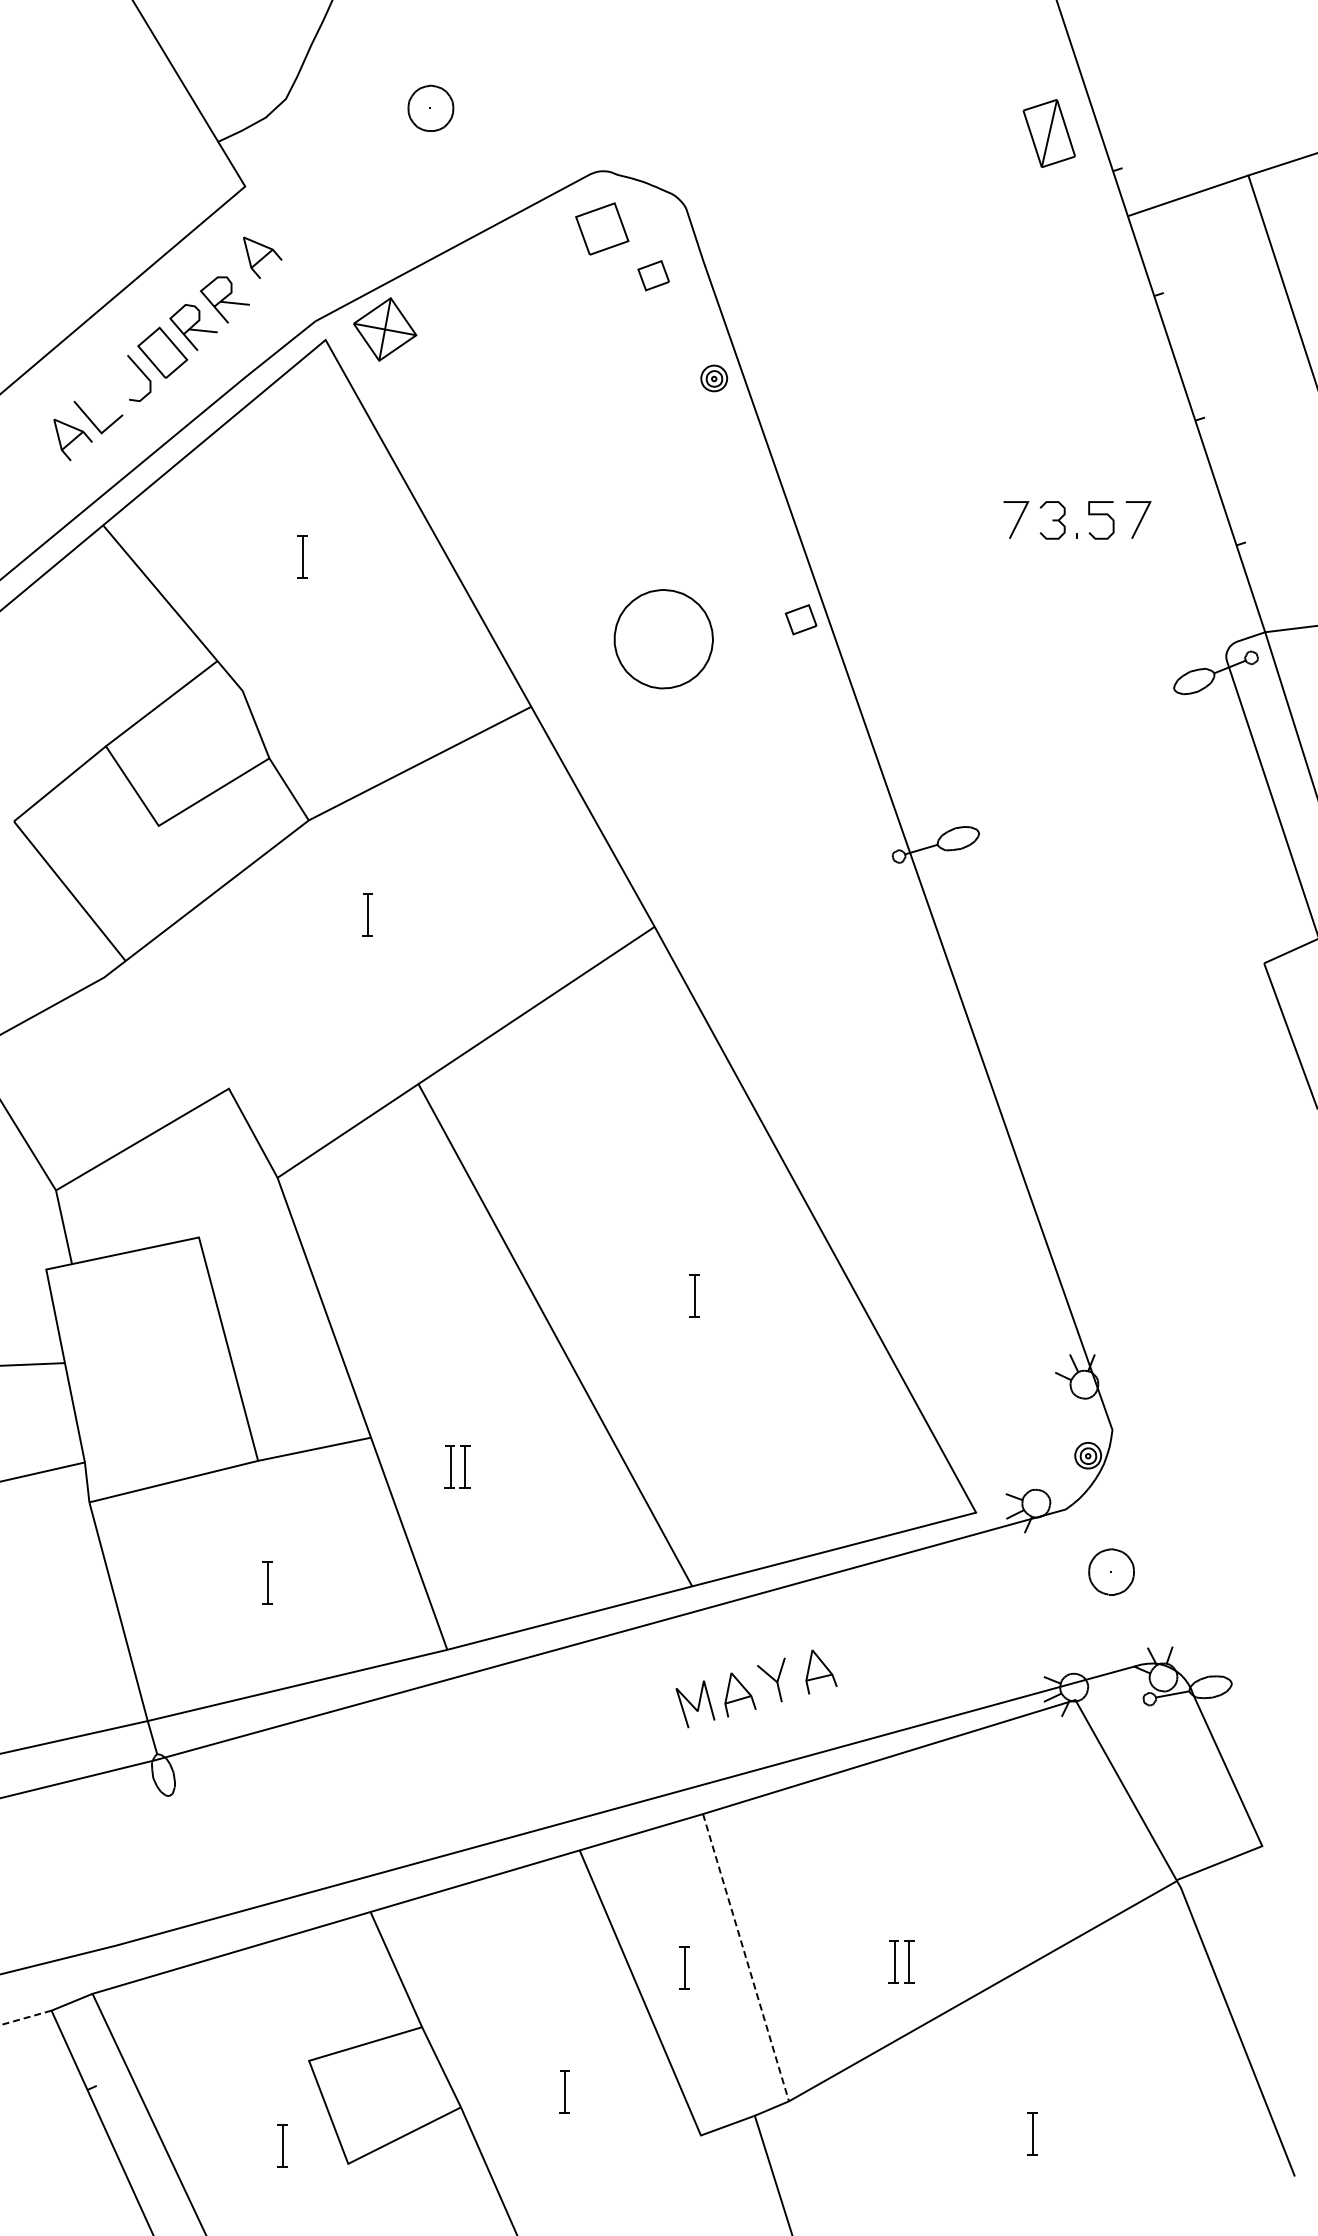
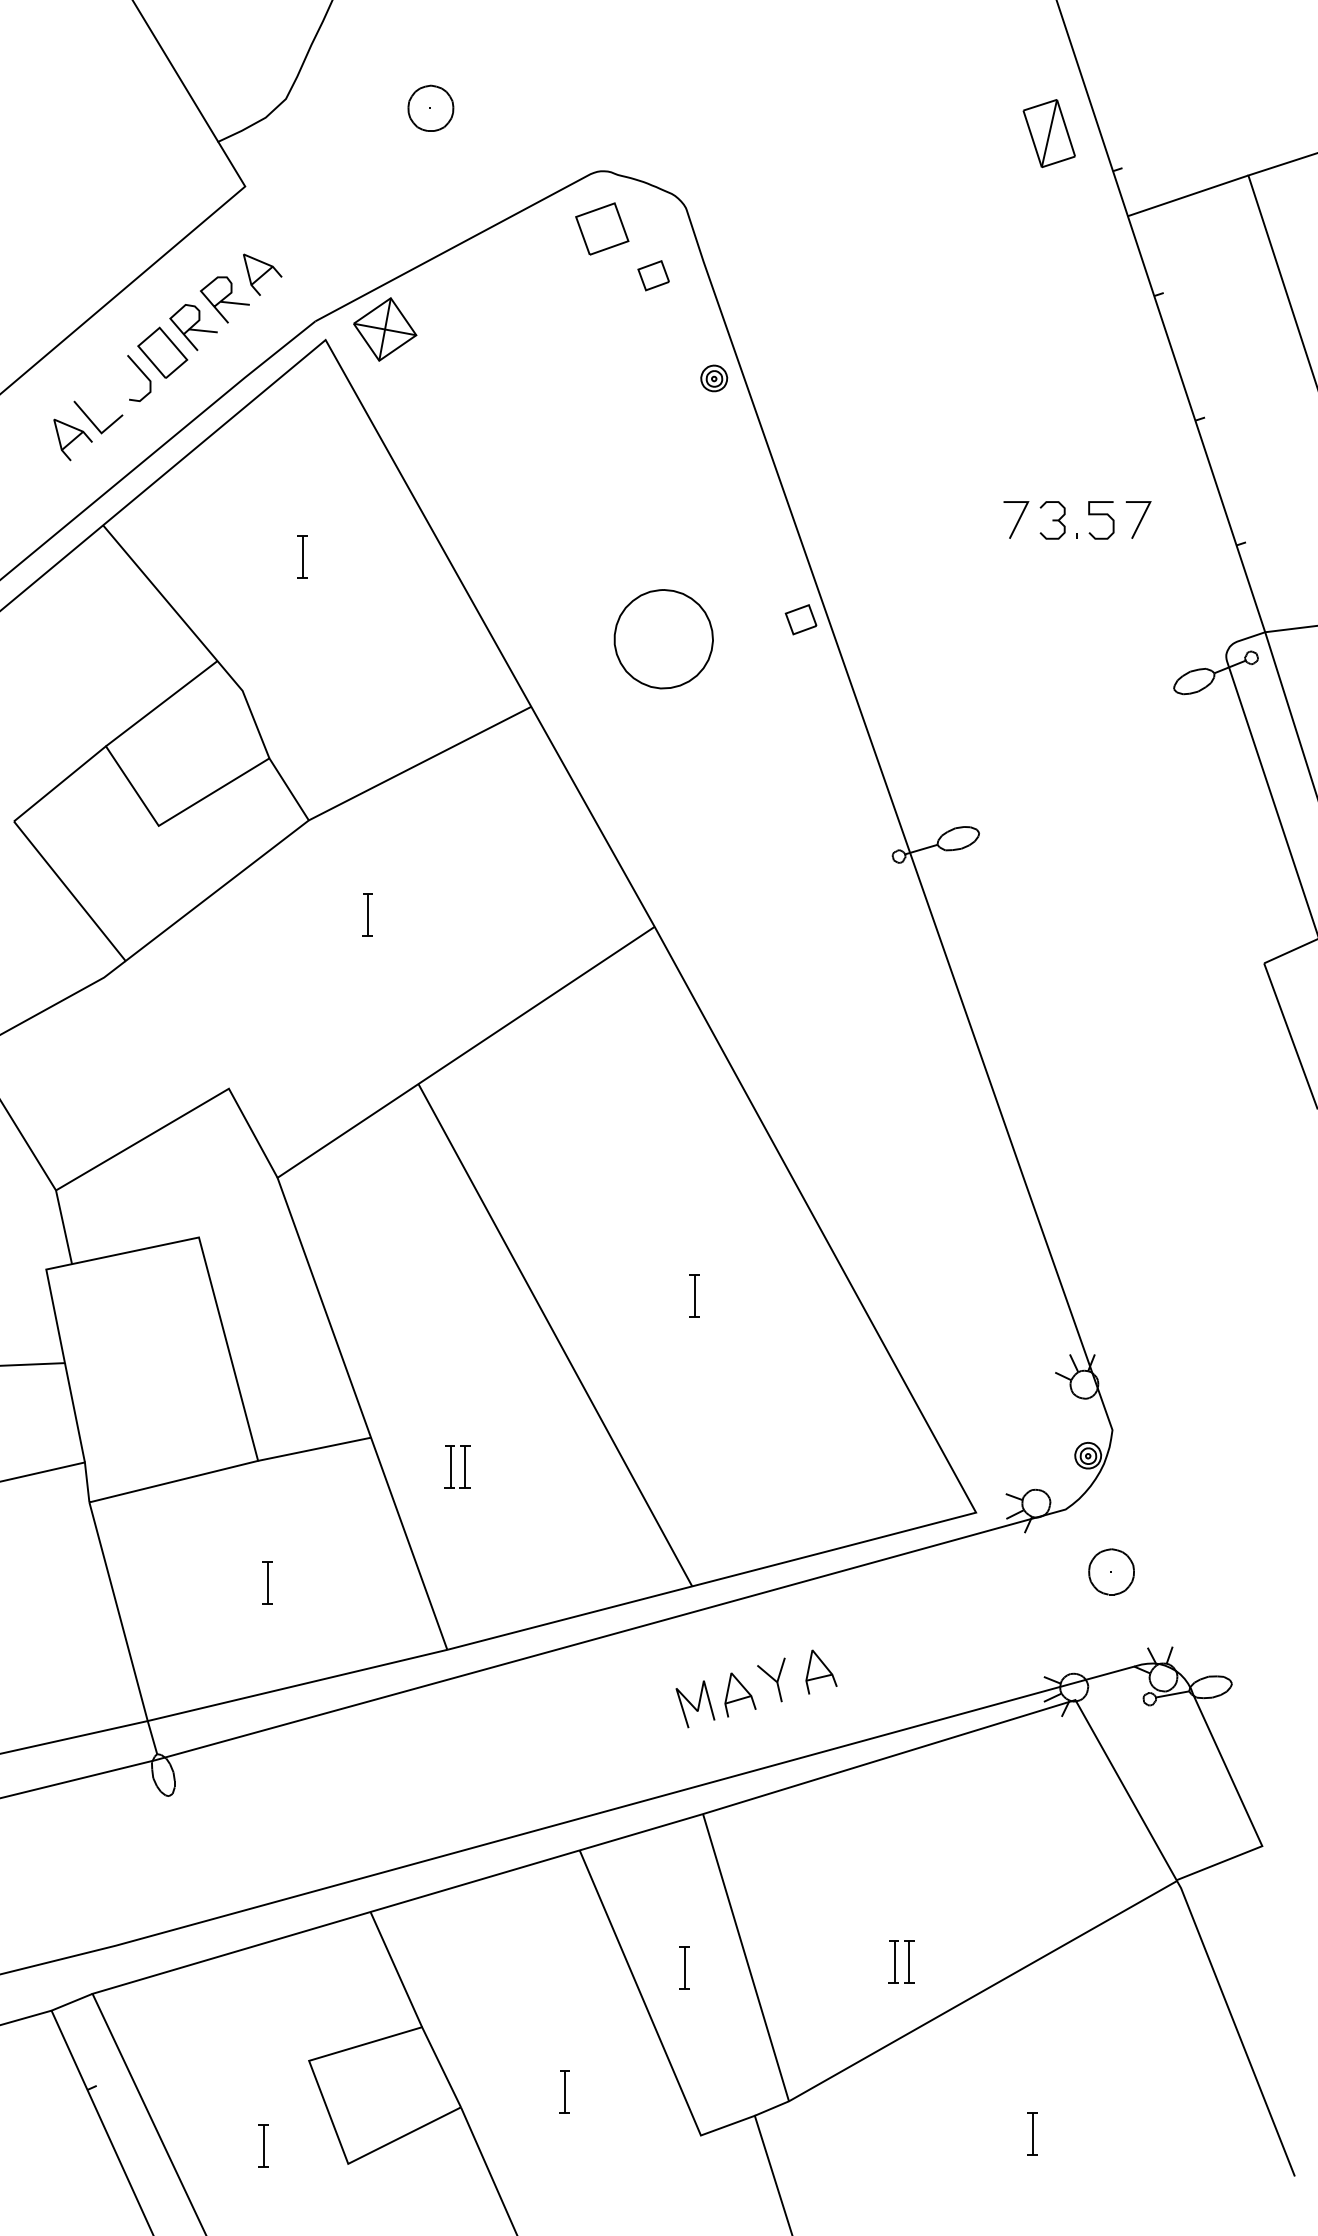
part at (262, 257) position: (262, 257) -> (262, 274)
line at (746, 1957): dashed -> solid
line at (25, 2018): dashed -> solid
part at (282, 2145) position: (282, 2145) -> (263, 2145)
